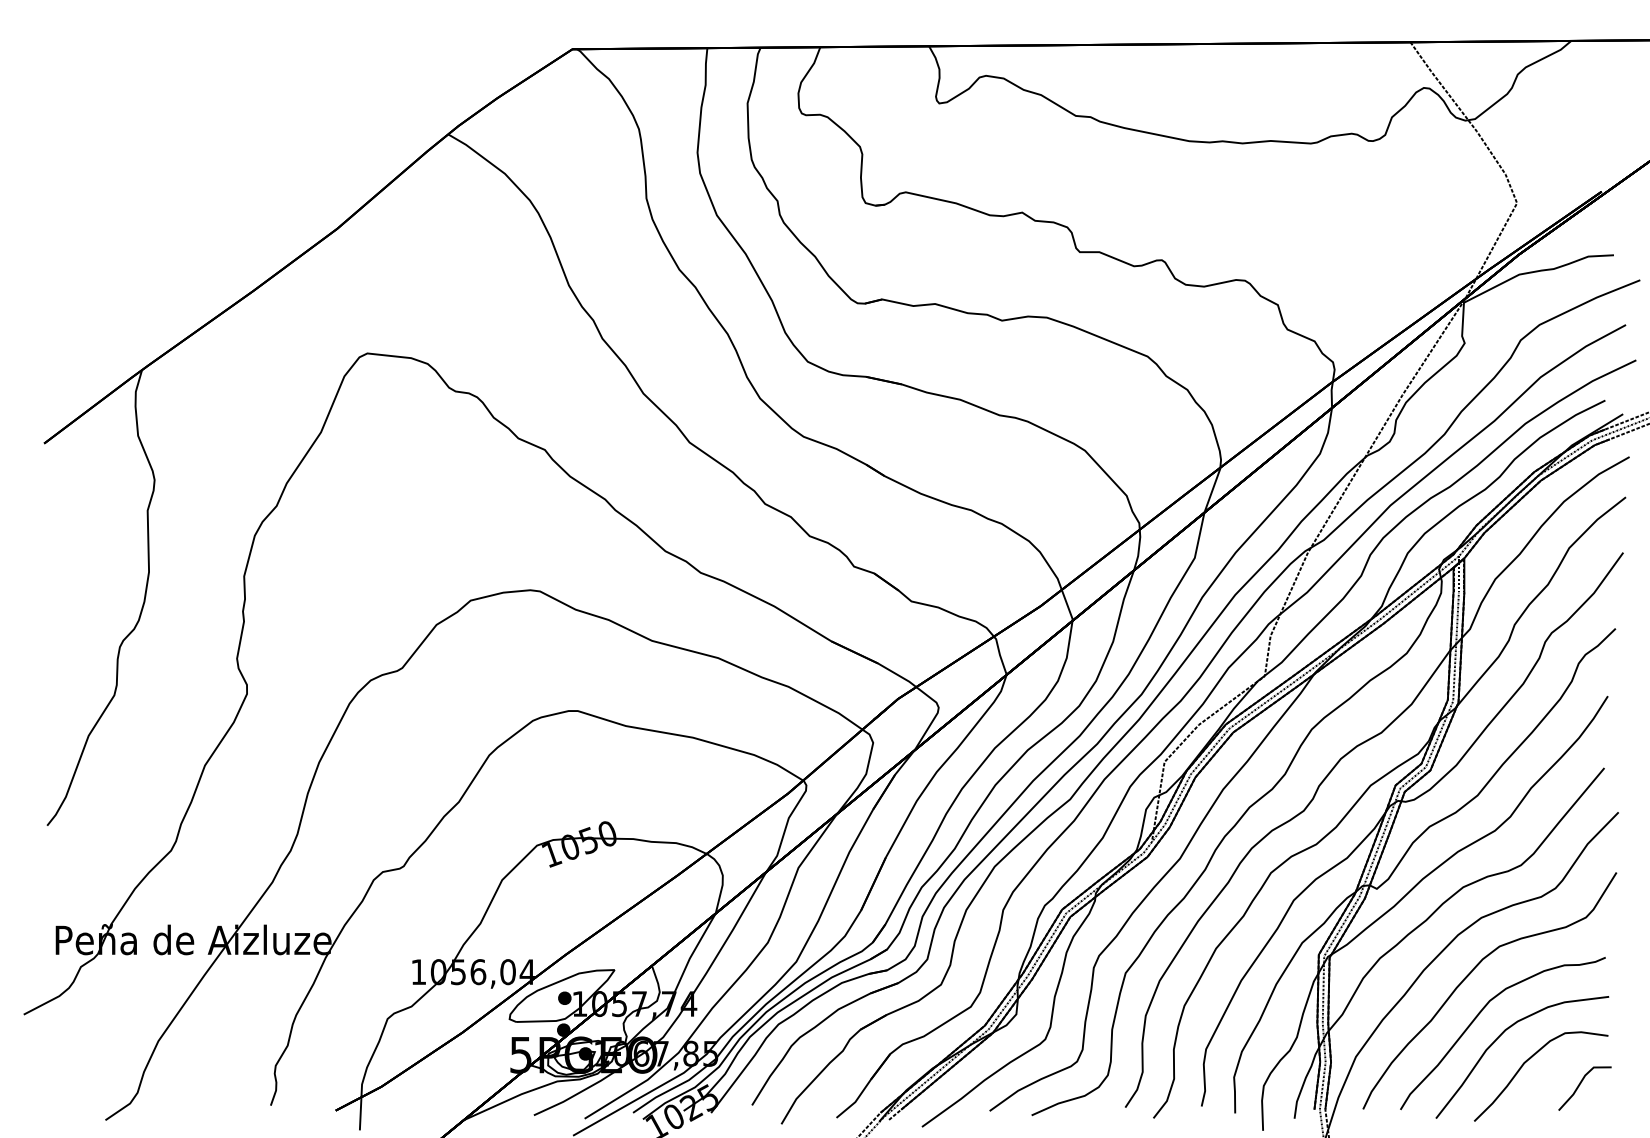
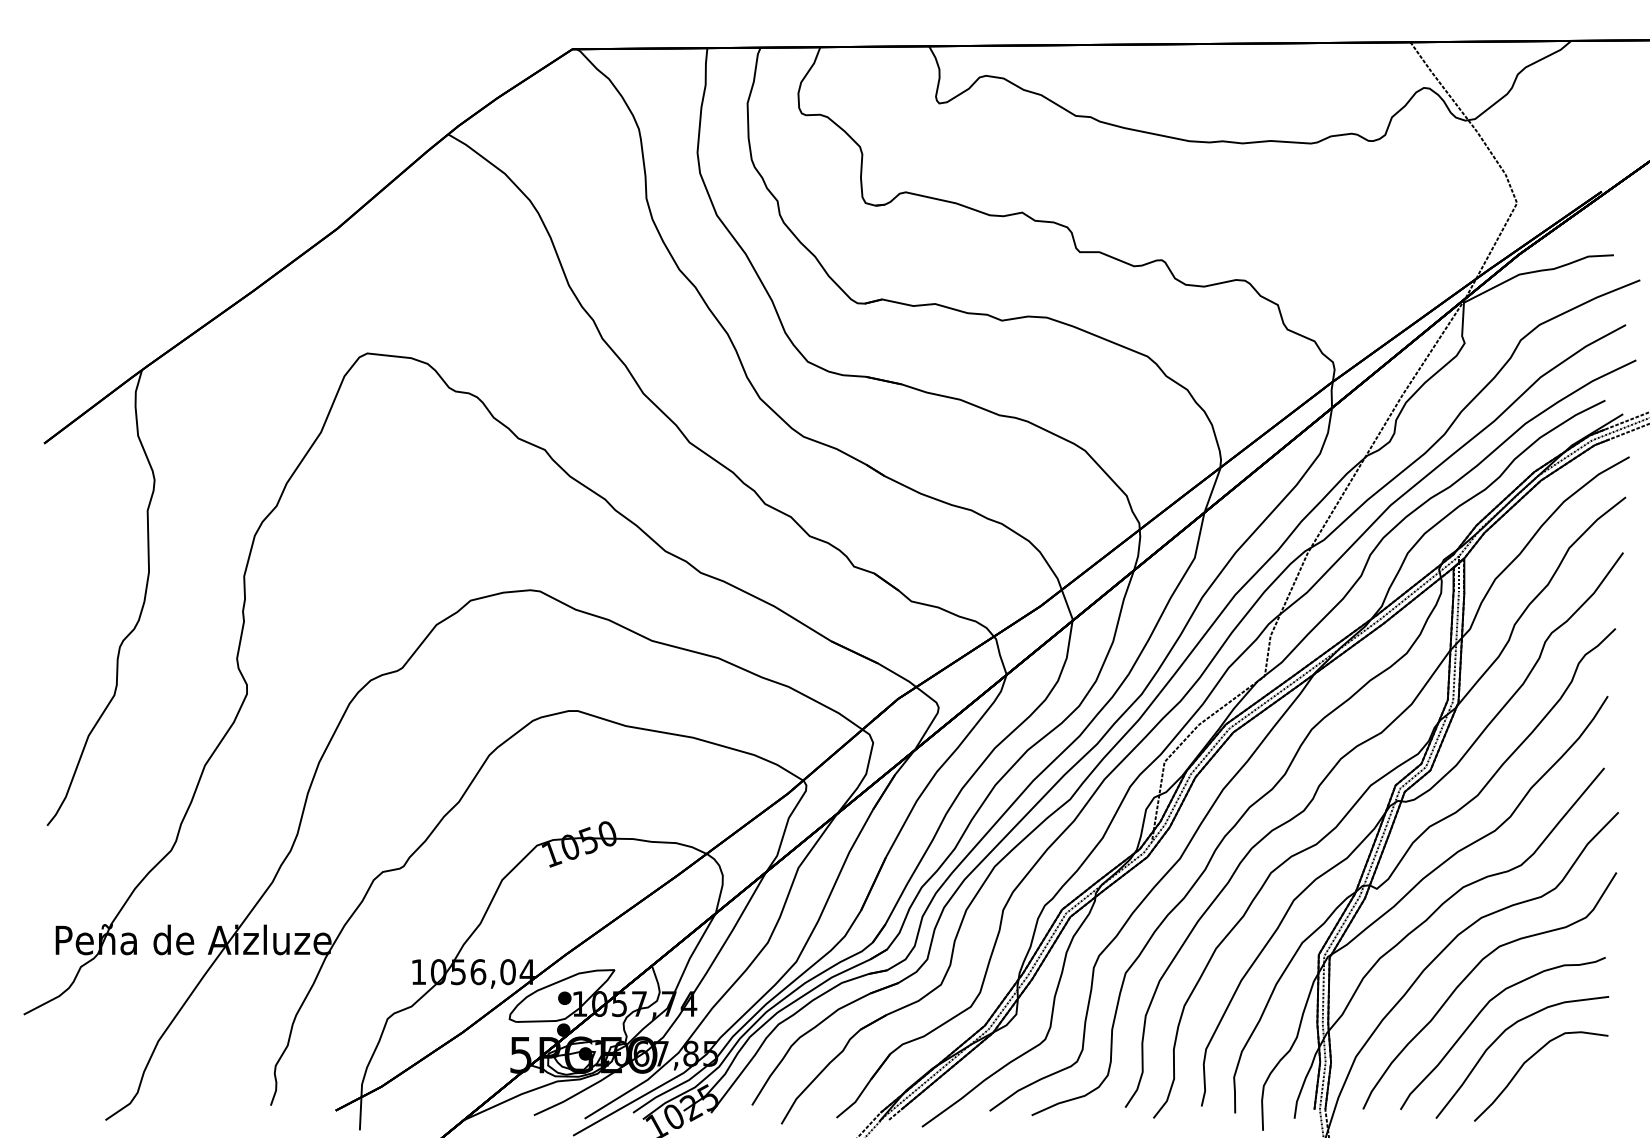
line at (1580, 1085): present -> none
